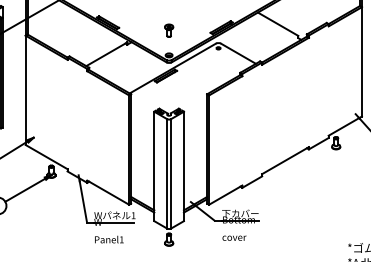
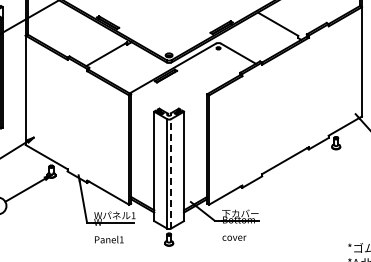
part at (169, 30): present -> none
line at (171, 173): solid -> dashed
